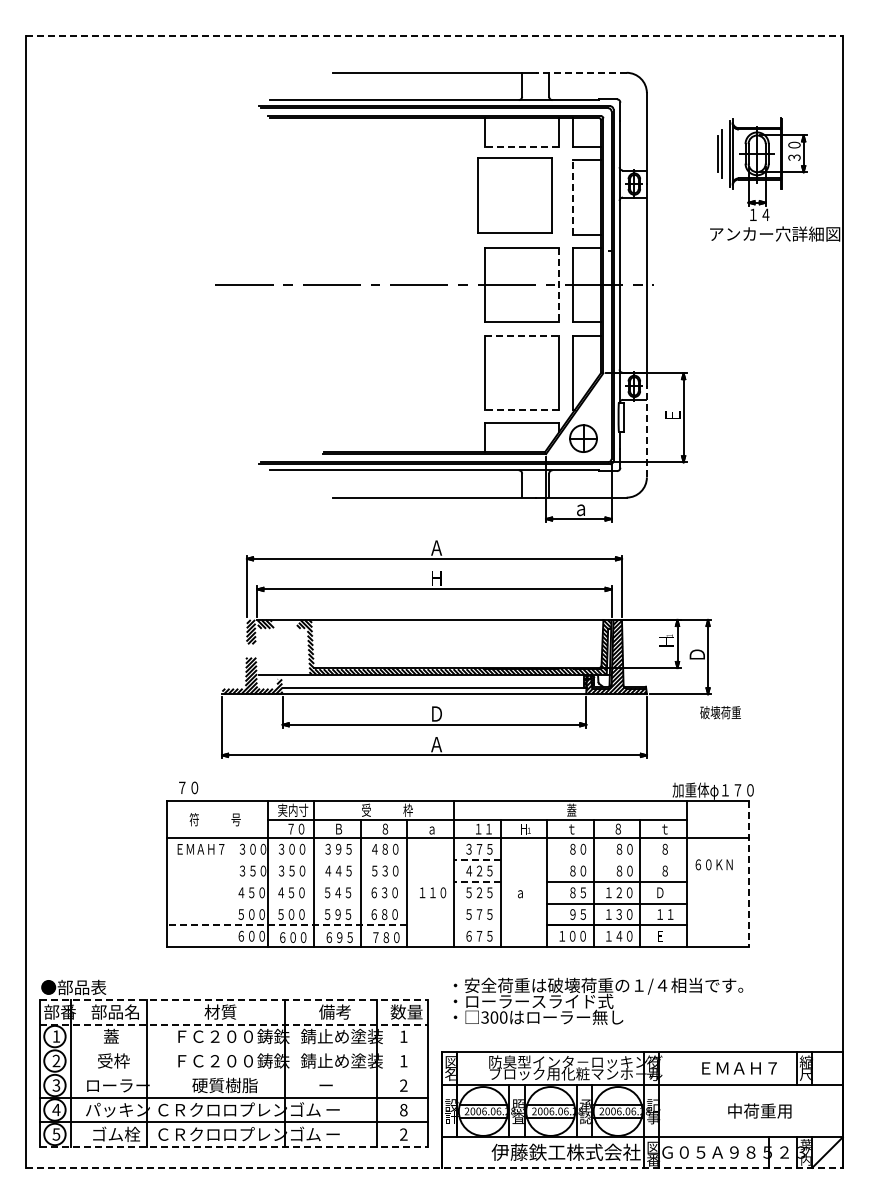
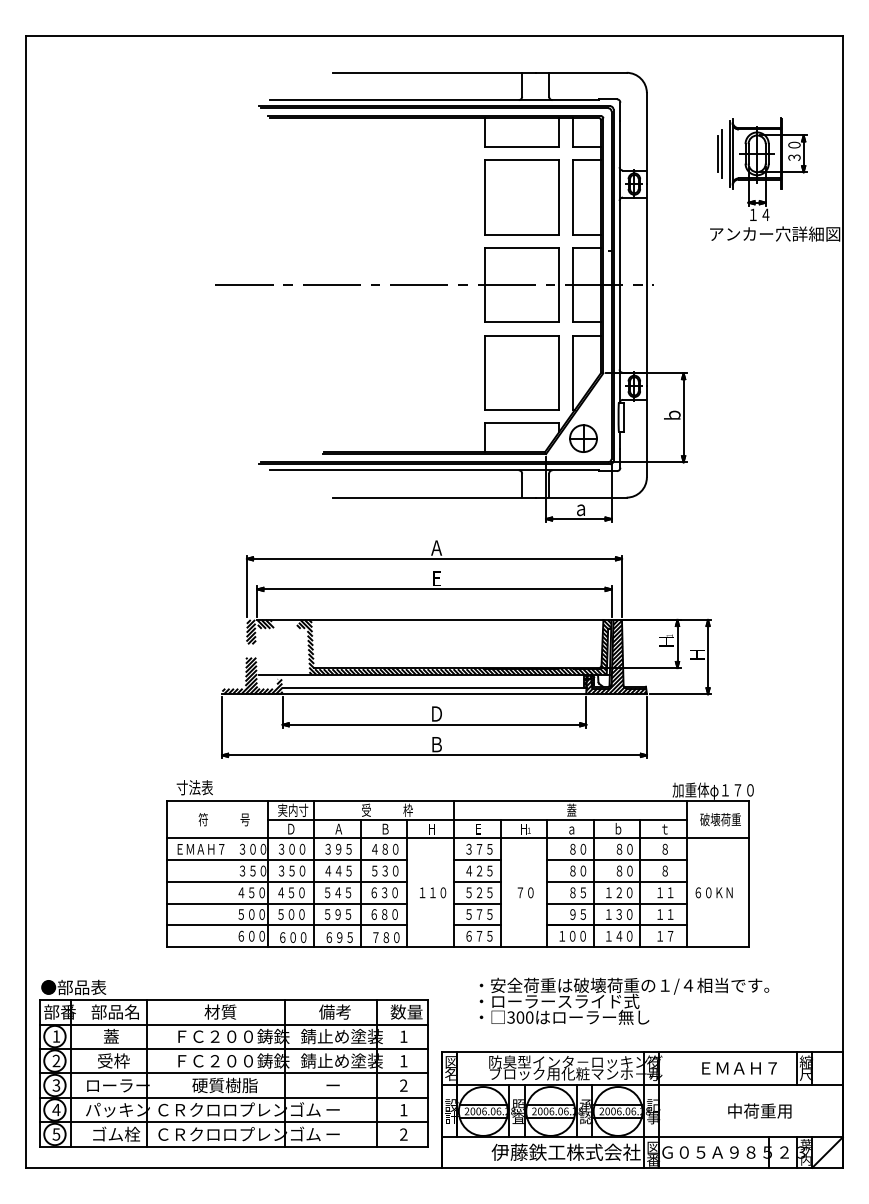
line at (434, 36): dashed -> solid
line at (581, 72): dashed -> solid
line at (521, 146): dashed -> solid
part at (514, 195) position: (514, 195) -> (521, 197)
line at (572, 197): dashed -> solid
line at (559, 285): dashed -> solid
line at (522, 335): dashed -> solid
line at (521, 409): dashed -> solid
text at (672, 414): Ｅ -> ｂ
line at (646, 431): dashed -> solid
text at (436, 578): Ｈ -> Ｅ
text at (696, 654): Ｄ -> Ｈ
text at (720, 712) position: (720, 712) -> (720, 819)
text at (436, 744): Ａ -> Ｂ
text at (194, 787): ７０ -> 寸法表
text at (214, 819) position: (214, 819) -> (223, 819)
text at (296, 828): ７０ -> Ｄ
text at (338, 828): Ｂ -> Ａ
text at (385, 828): ８ -> Ｂ
text at (483, 828): １１ -> Ｅ
text at (618, 828): ８ -> ｂ
text at (431, 829): ａ -> Ｈ
text at (571, 829): ｔ -> ａ
line at (286, 860): none -> present
line at (476, 860): dashed -> solid
line at (616, 860): none -> present
text at (713, 864) position: (713, 864) -> (713, 892)
line at (748, 874): dashed -> solid
line at (286, 881): none -> present
line at (476, 881): dashed -> solid
text at (525, 892): ａ -> ７０
text at (665, 892): Ｄ -> １１
line at (286, 903): none -> present
line at (476, 903): none -> present
line at (286, 925): dashed -> solid
line at (476, 925): none -> present
text at (665, 936): Ｅ -> １７
line at (234, 1000): dashed -> solid
text at (598, 1000) position: (598, 1000) -> (624, 1000)
line at (234, 1024): dashed -> solid
line at (233, 1049): none -> present
line at (233, 1073): none -> present
text at (325, 1085) position: (325, 1085) -> (332, 1085)
text at (403, 1110): 8 -> 1
line at (234, 1146): dashed -> solid
line at (434, 1167): dashed -> solid
